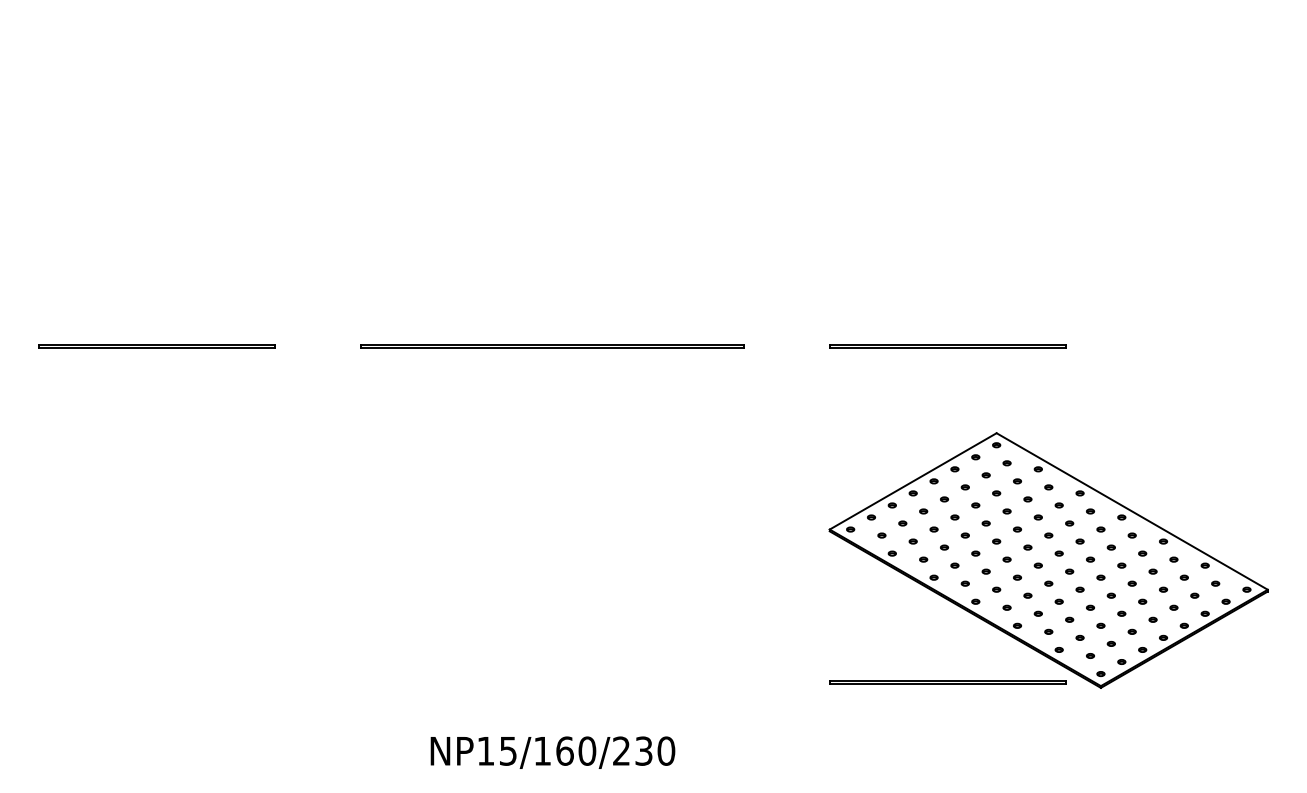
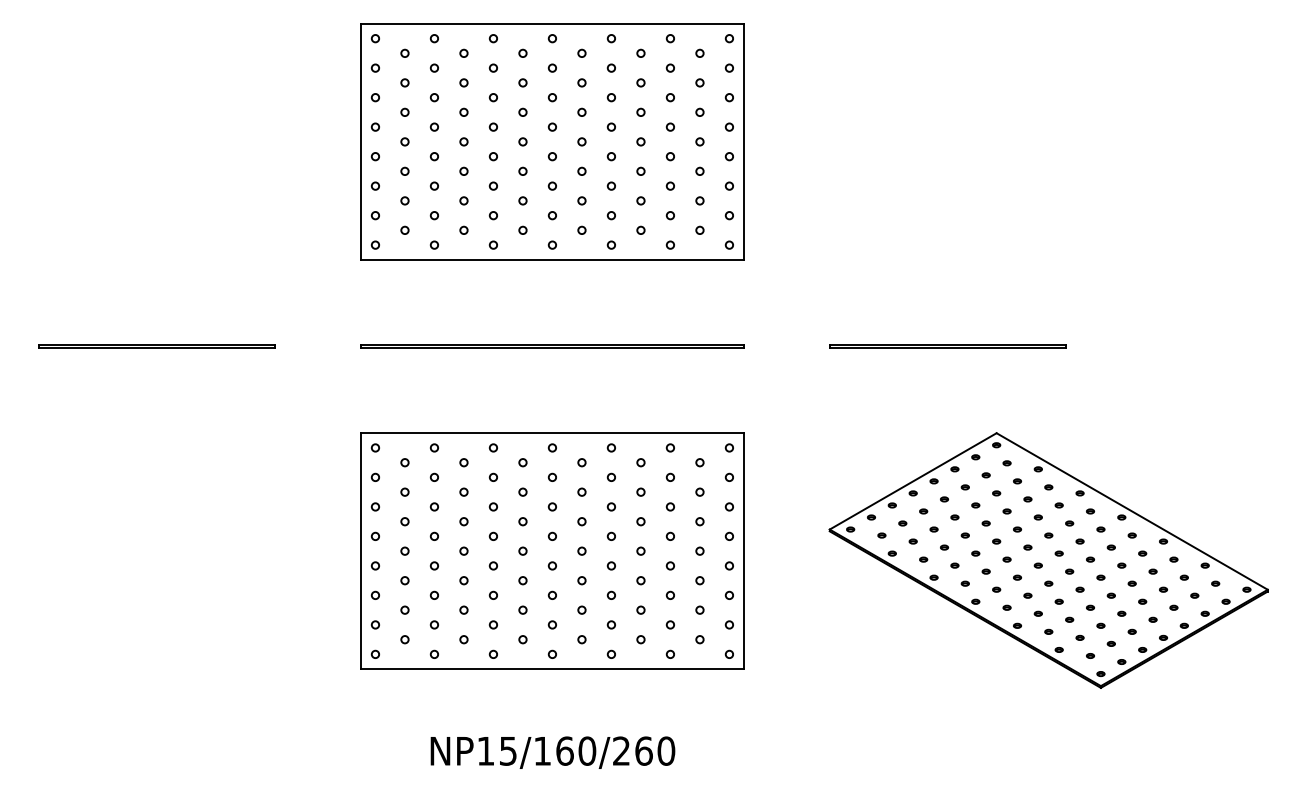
part at (552, 141): none -> present
part at (552, 550): none -> present
line at (947, 681): present -> none
text at (643, 750): NP15/160/230 -> NP15/160/260
